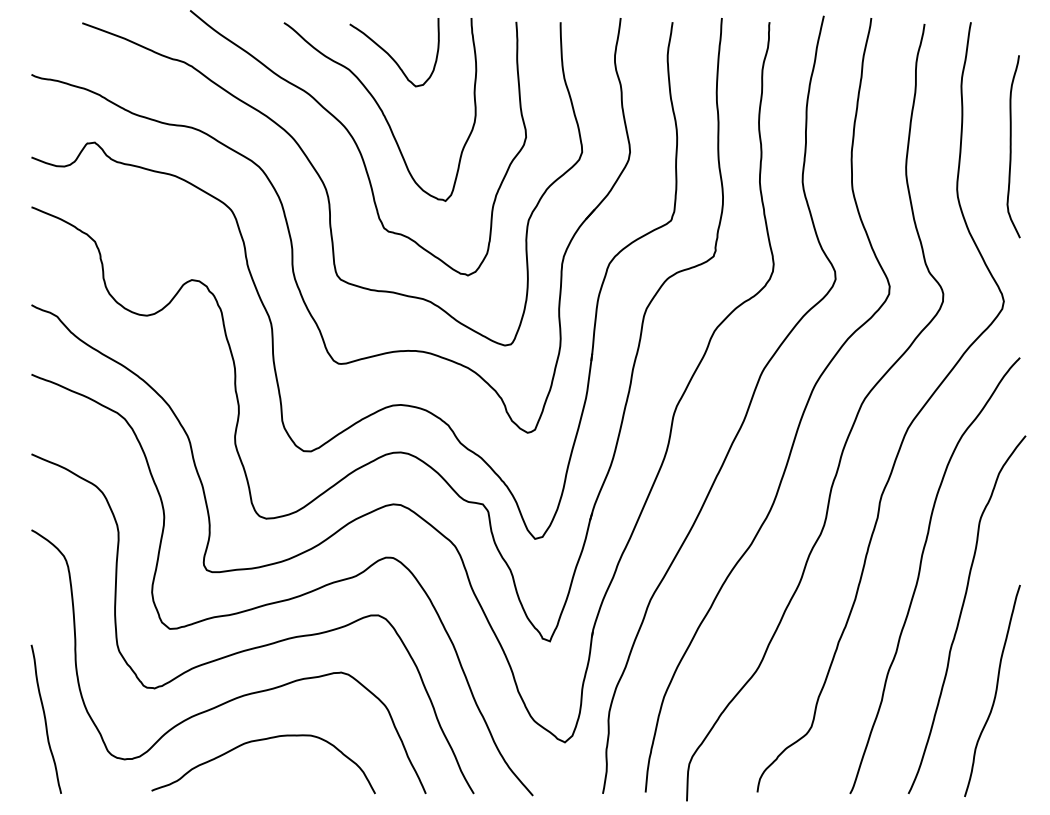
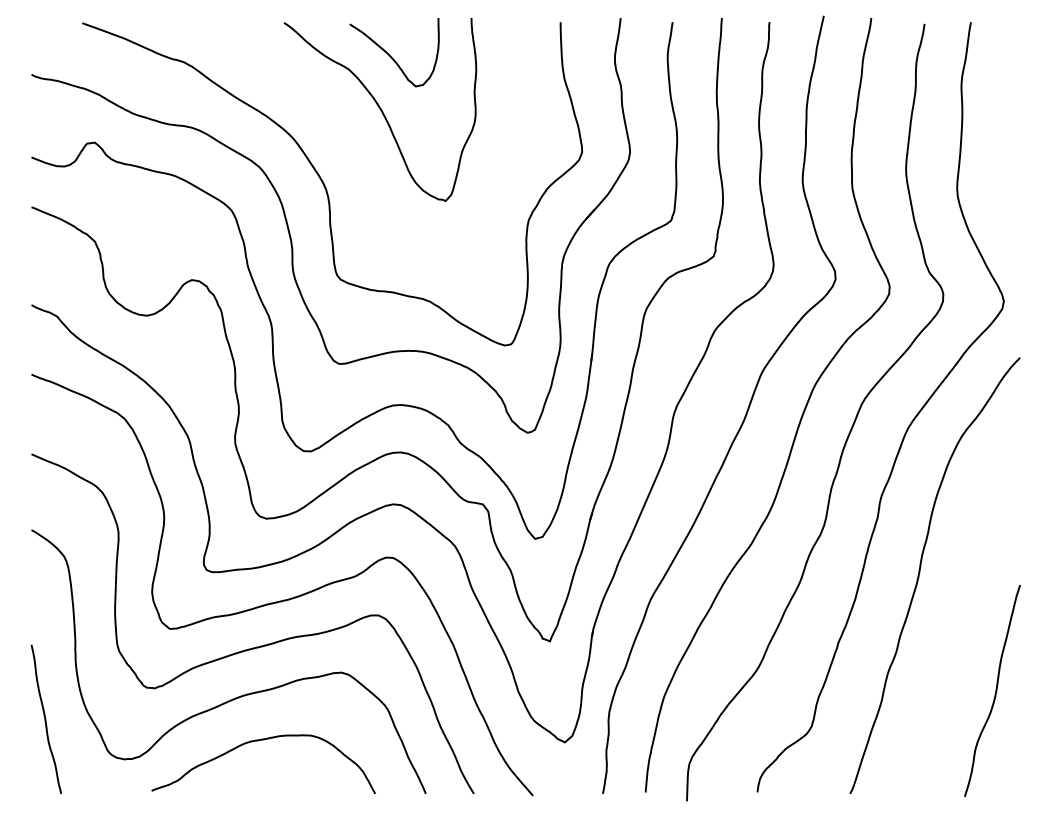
curve at (356, 143): present -> none
curve at (1011, 146): present -> none
curve at (962, 611): present -> none
